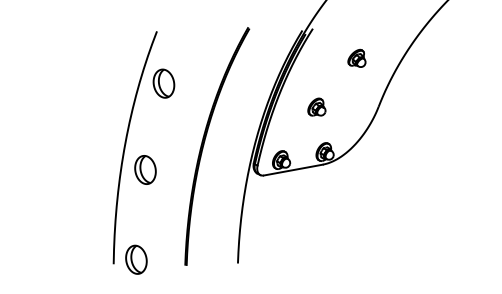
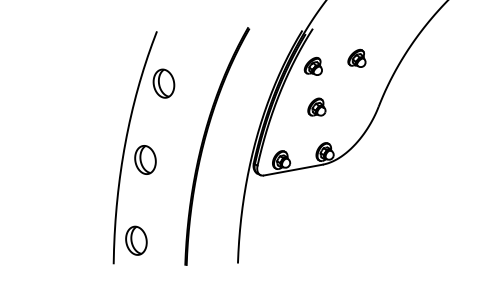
part at (312, 65): none -> present
part at (145, 169) position: (145, 169) -> (145, 159)
part at (136, 259) position: (136, 259) -> (136, 240)
